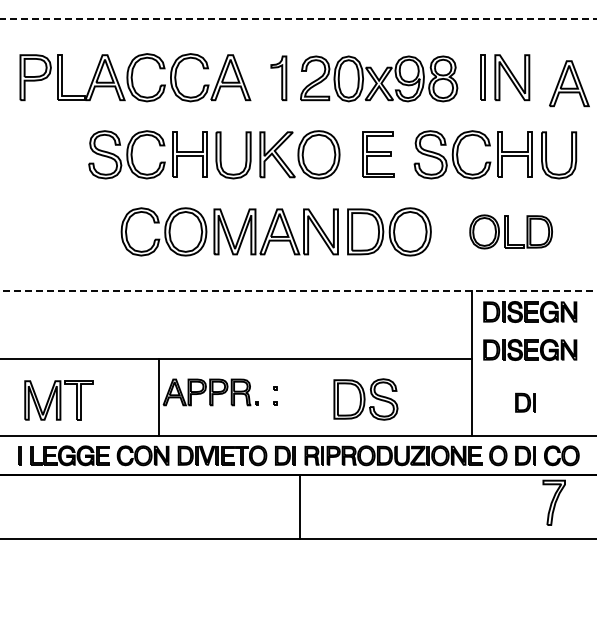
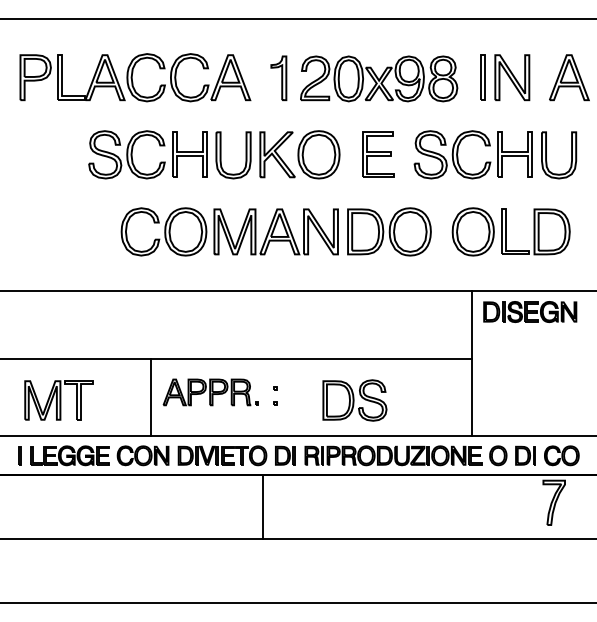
line at (298, 18): dashed -> solid
part at (569, 83) position: (569, 83) -> (569, 77)
part at (510, 231) size: 84x36 px -> 120x50 px
line at (298, 291): dashed -> solid
part at (530, 350): present -> none
line at (158, 397) position: (158, 397) -> (150, 397)
part at (365, 399) position: (365, 399) -> (354, 400)
part at (525, 402): present -> none
line at (300, 506) position: (300, 506) -> (263, 506)
line at (297, 603): none -> present
